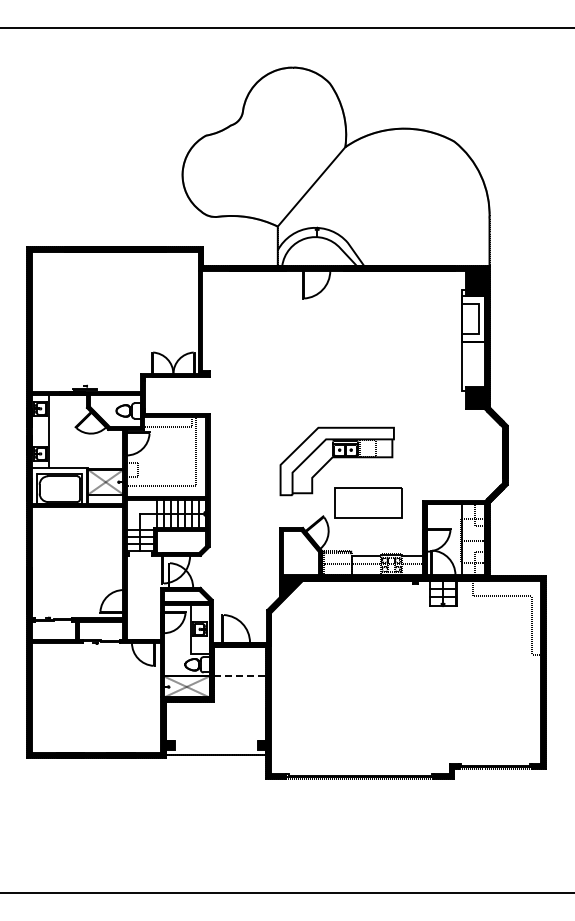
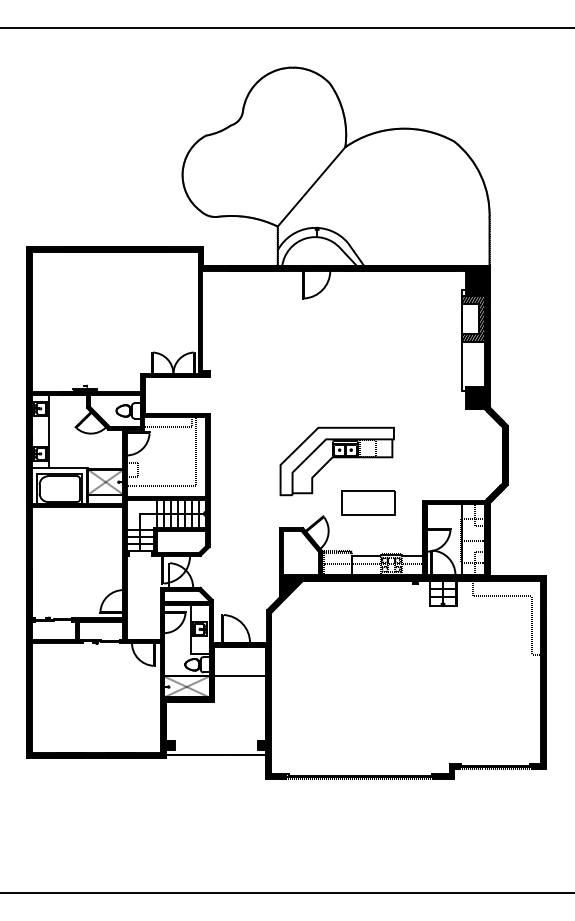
hatch at (472, 318): none -> present
part at (368, 502) size: 69x32 px -> 55x26 px
line at (240, 676): dashed -> solid
